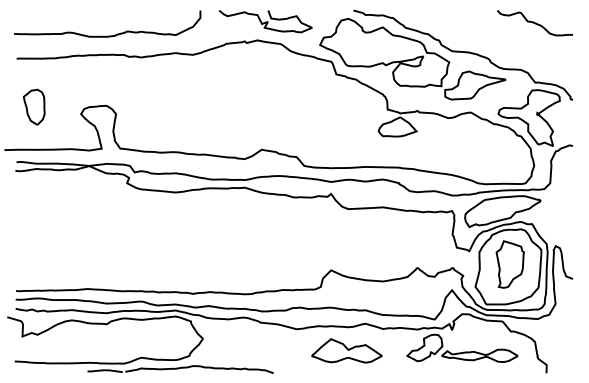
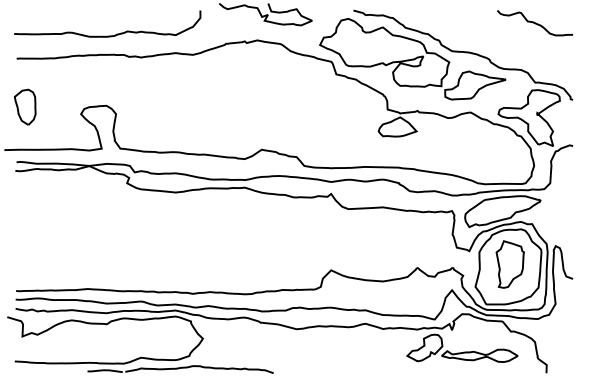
curve at (265, 21) position: (265, 21) -> (265, 14)
part at (33, 106) position: (33, 106) -> (24, 106)
part at (346, 350): present -> none
